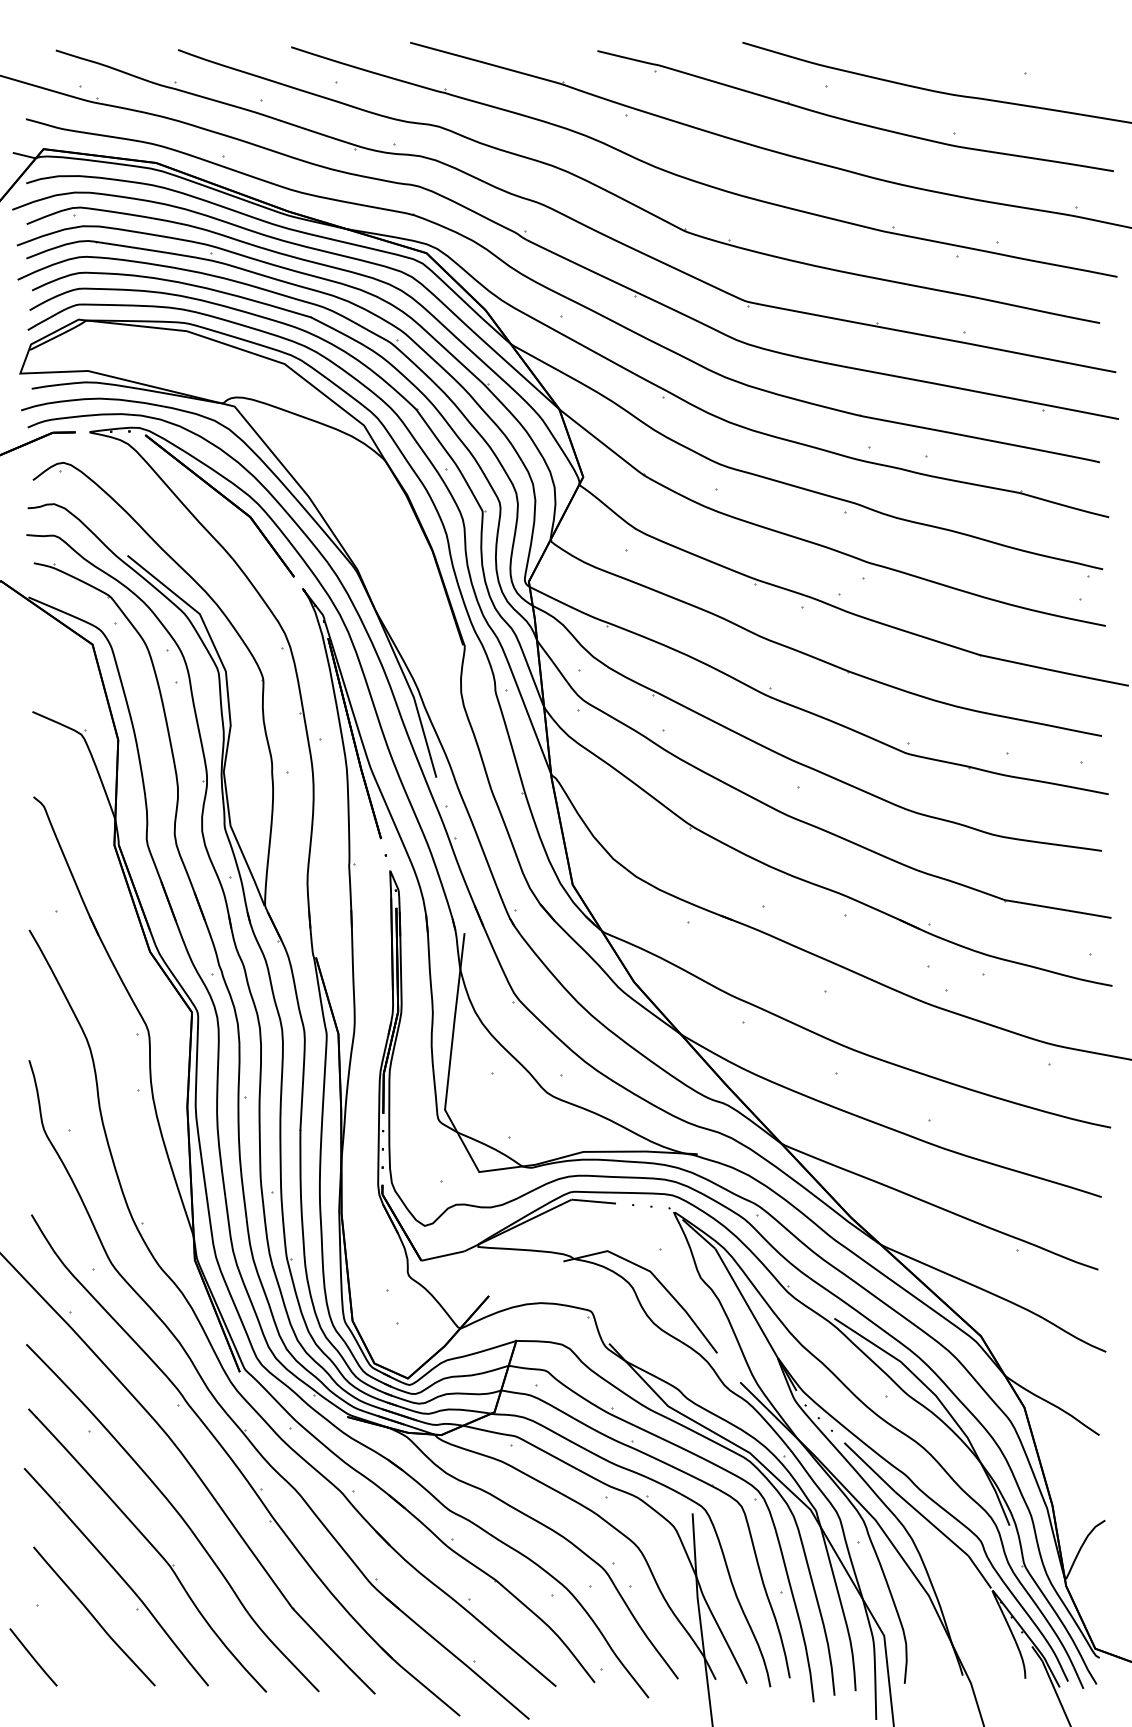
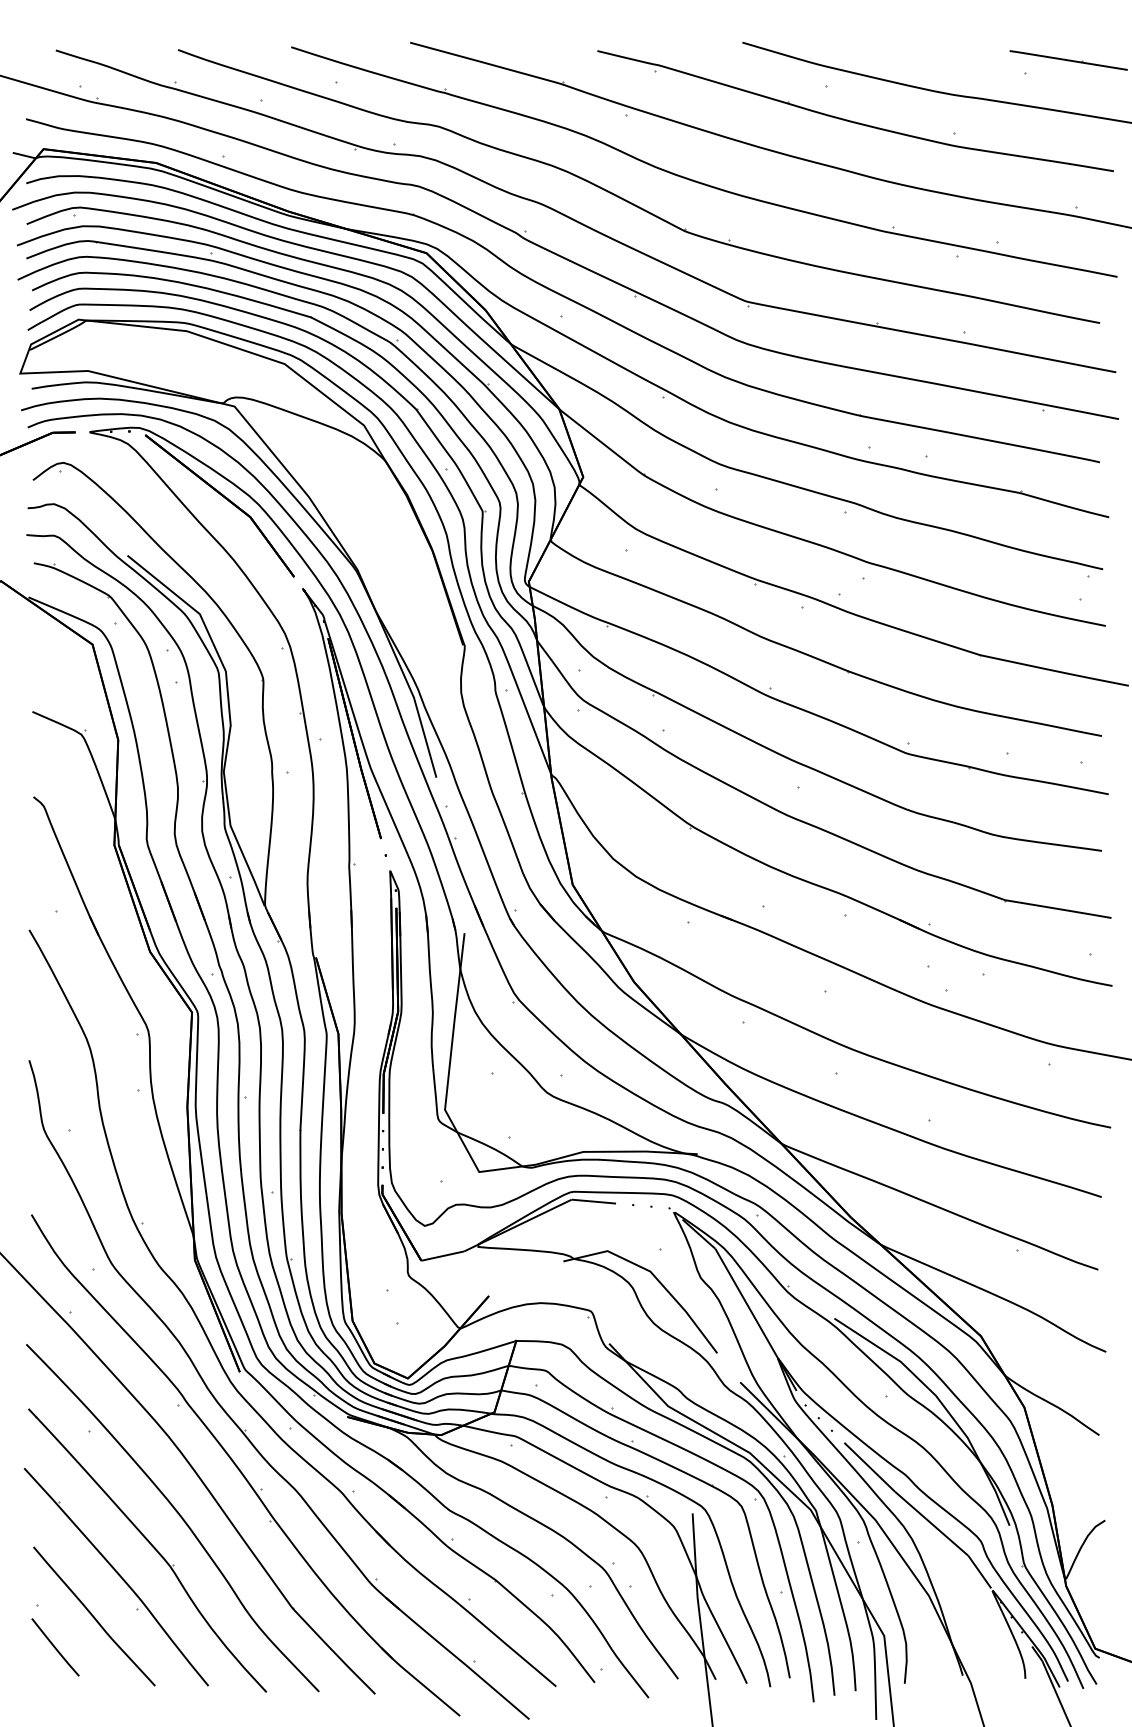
part at (1068, 60): none -> present
line at (33, 1657) position: (33, 1657) -> (55, 1647)
